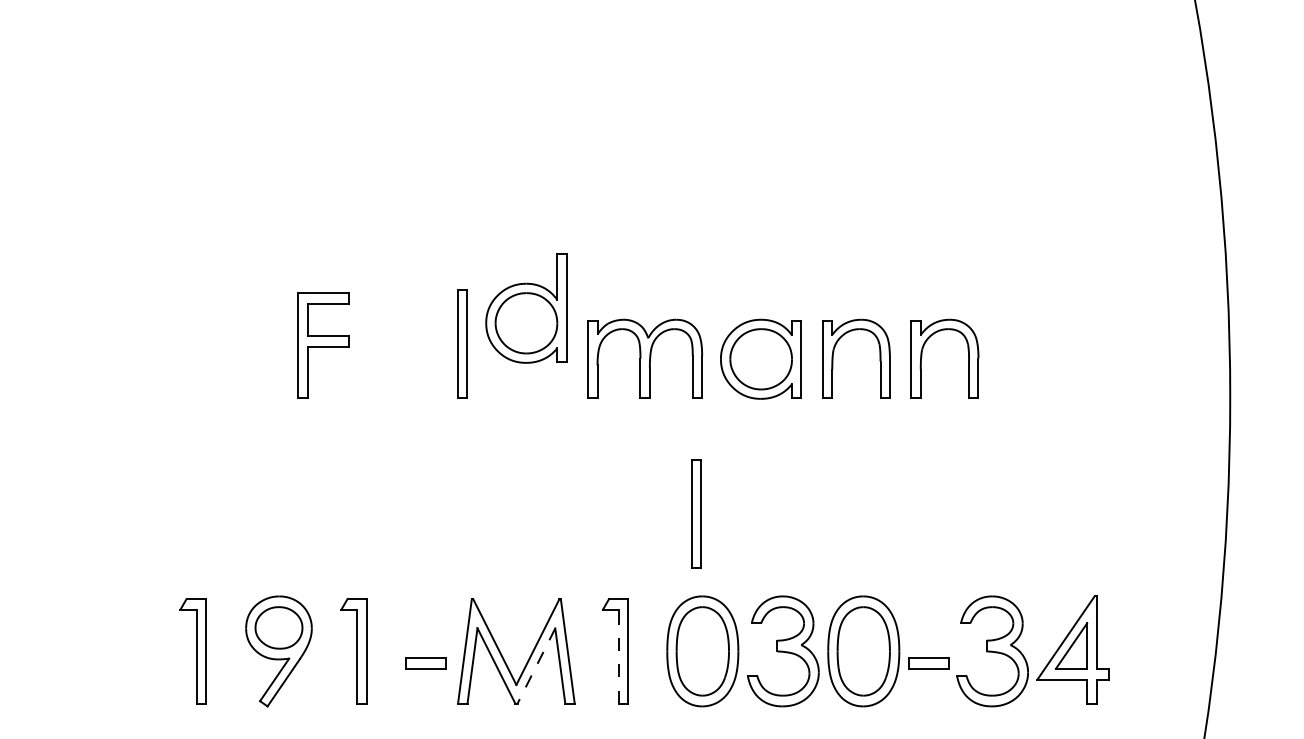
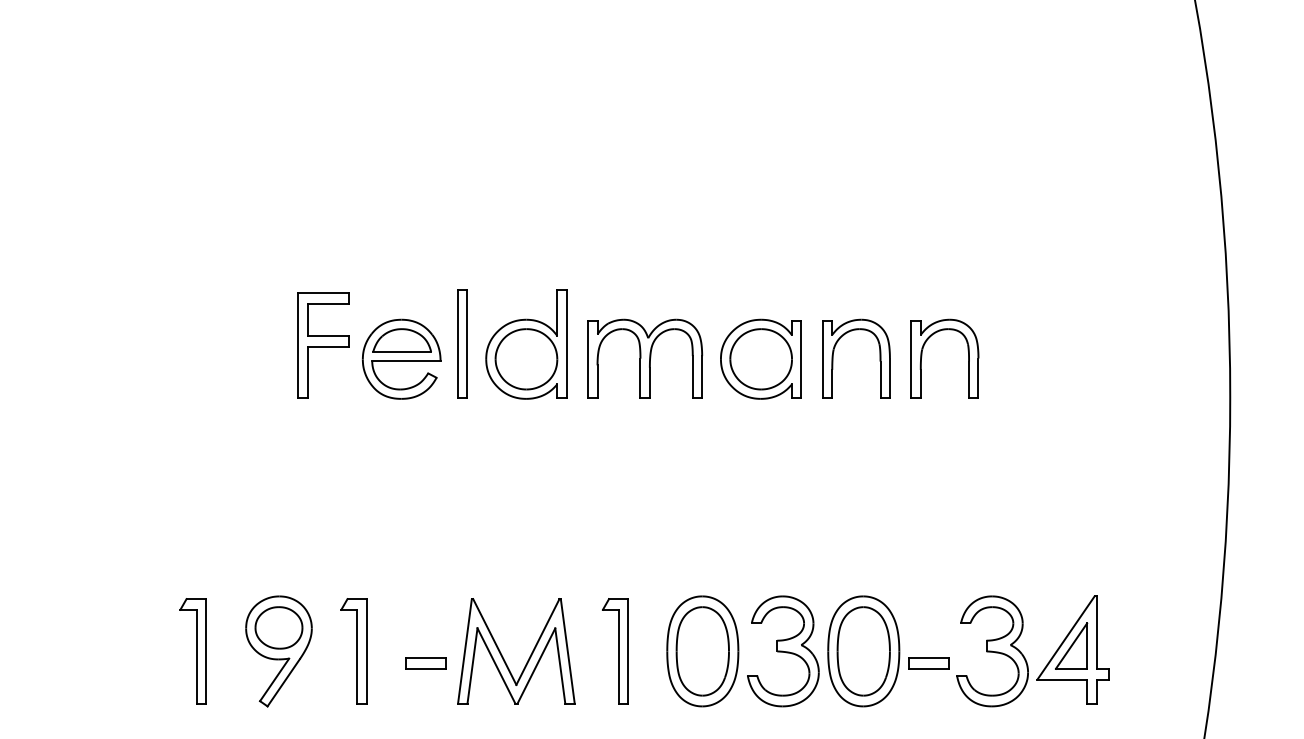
part at (526, 308) position: (526, 308) -> (526, 344)
part at (401, 358): none -> present
part at (696, 513): present -> none
line at (619, 656): dashed -> solid
line at (536, 666): dashed -> solid
